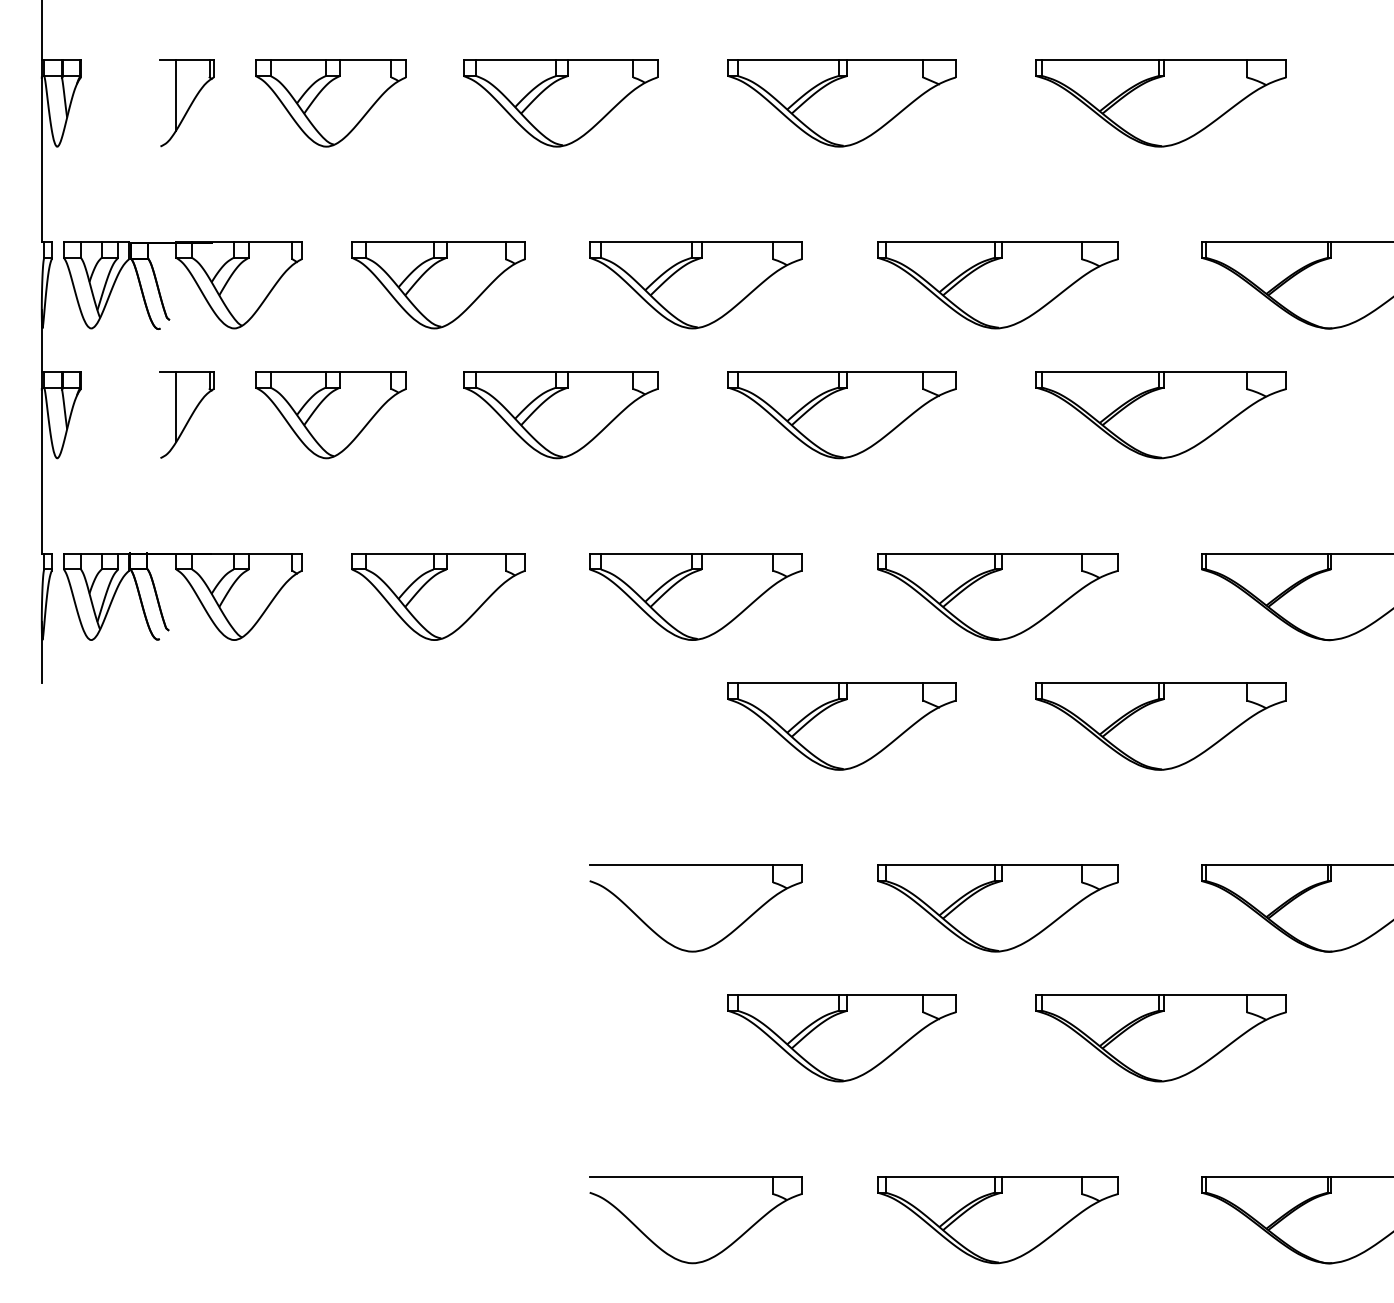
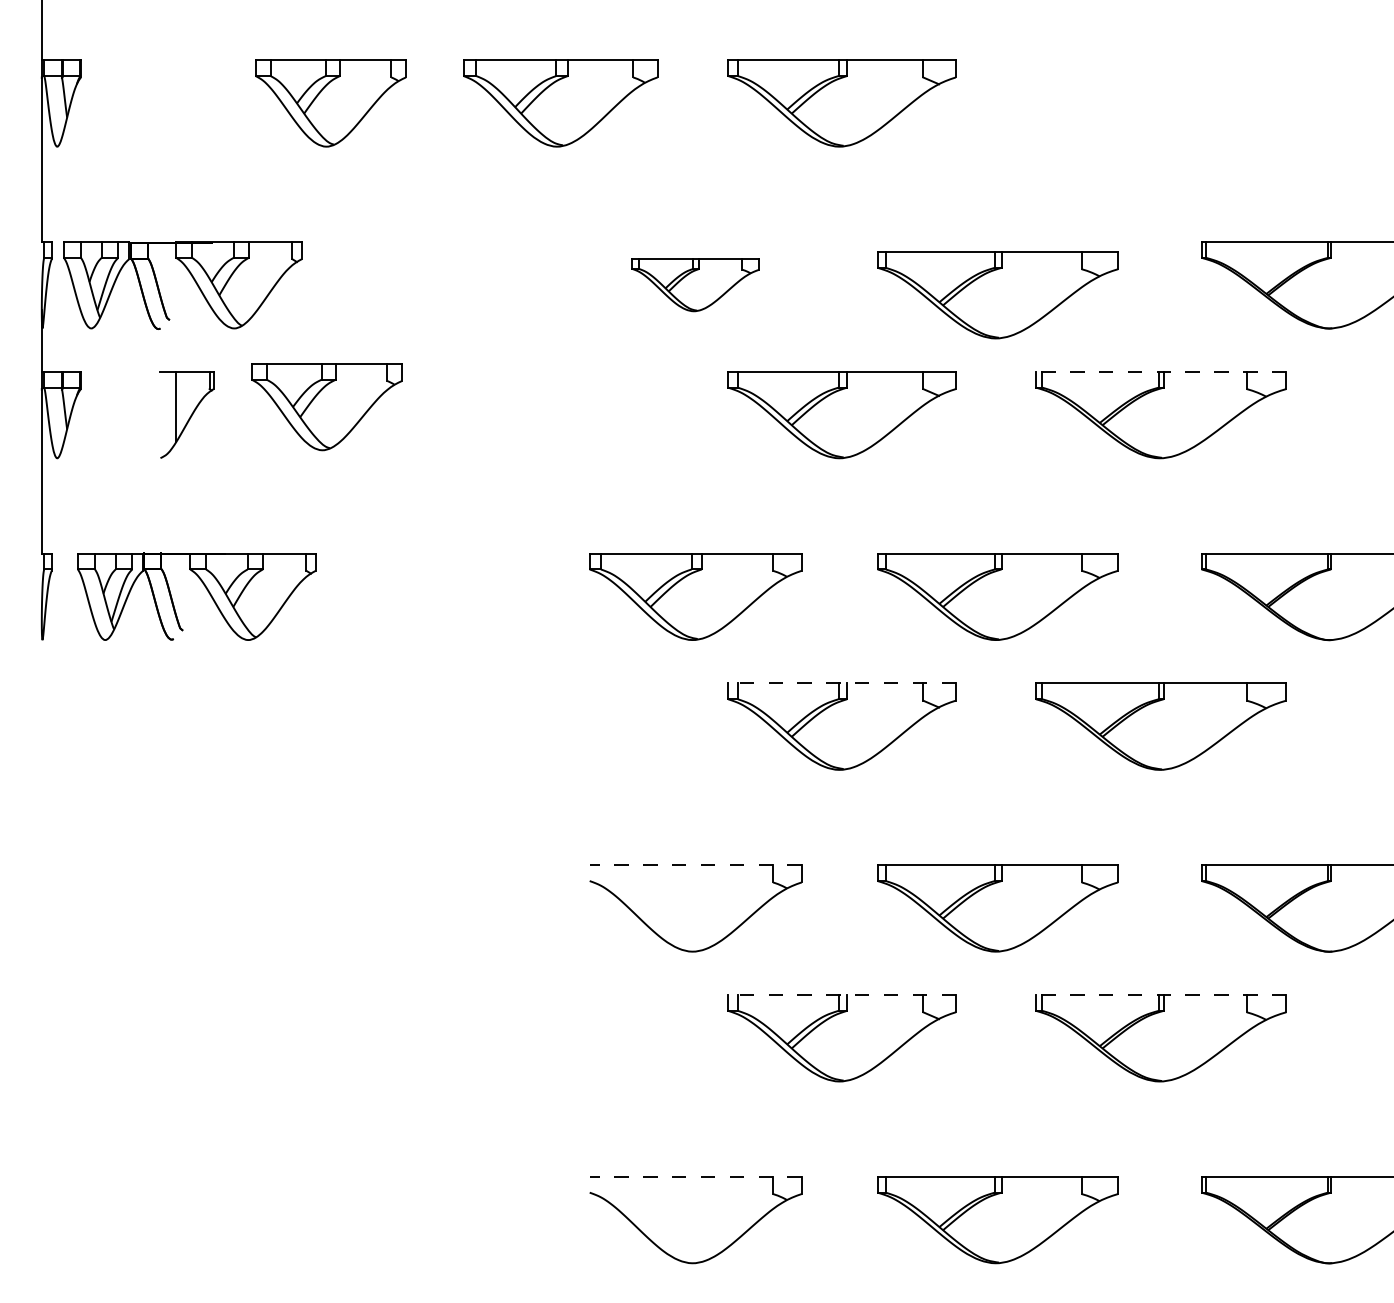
part at (186, 103): present -> none
part at (1160, 103): present -> none
part at (438, 285): present -> none
part at (695, 285) size: 214x89 px -> 129x55 px
part at (997, 285) position: (997, 285) -> (997, 295)
line at (1160, 371): solid -> dashed
part at (330, 415) position: (330, 415) -> (326, 407)
part at (560, 415): present -> none
part at (191, 588) position: (191, 588) -> (205, 588)
part at (438, 596): present -> none
line at (41, 652): present -> none
line at (842, 683): solid -> dashed
line at (695, 865): solid -> dashed
line at (842, 994): solid -> dashed
line at (1160, 994): solid -> dashed
line at (695, 1176): solid -> dashed
